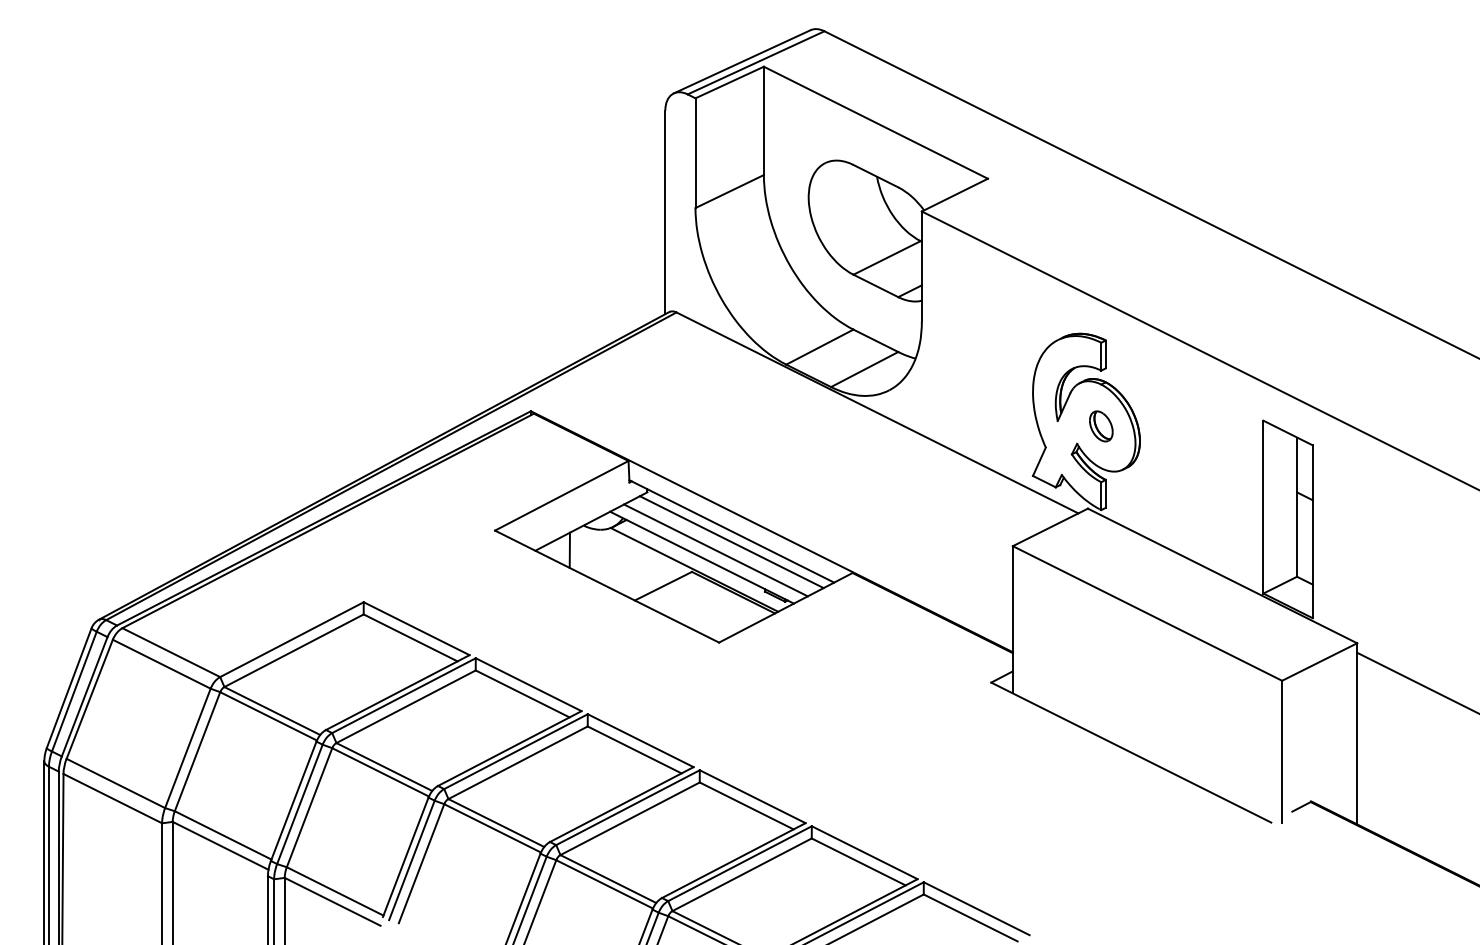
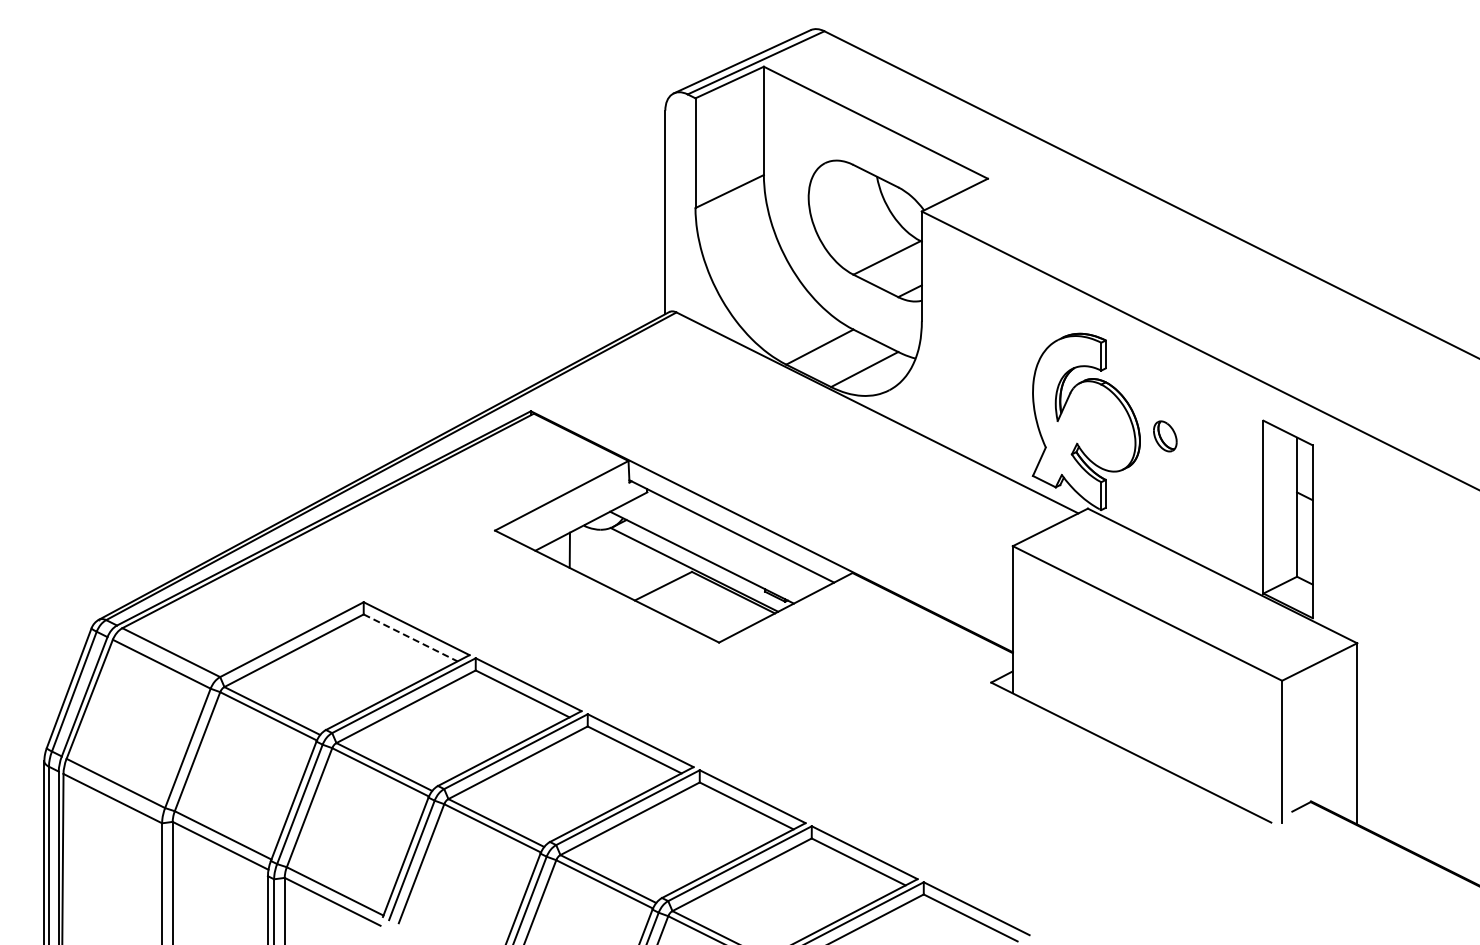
part at (1101, 426) position: (1101, 426) -> (1165, 436)
line at (731, 542): present -> none
line at (715, 550): present -> none
line at (411, 638): solid -> dashed
line at (1416, 682): present -> none
